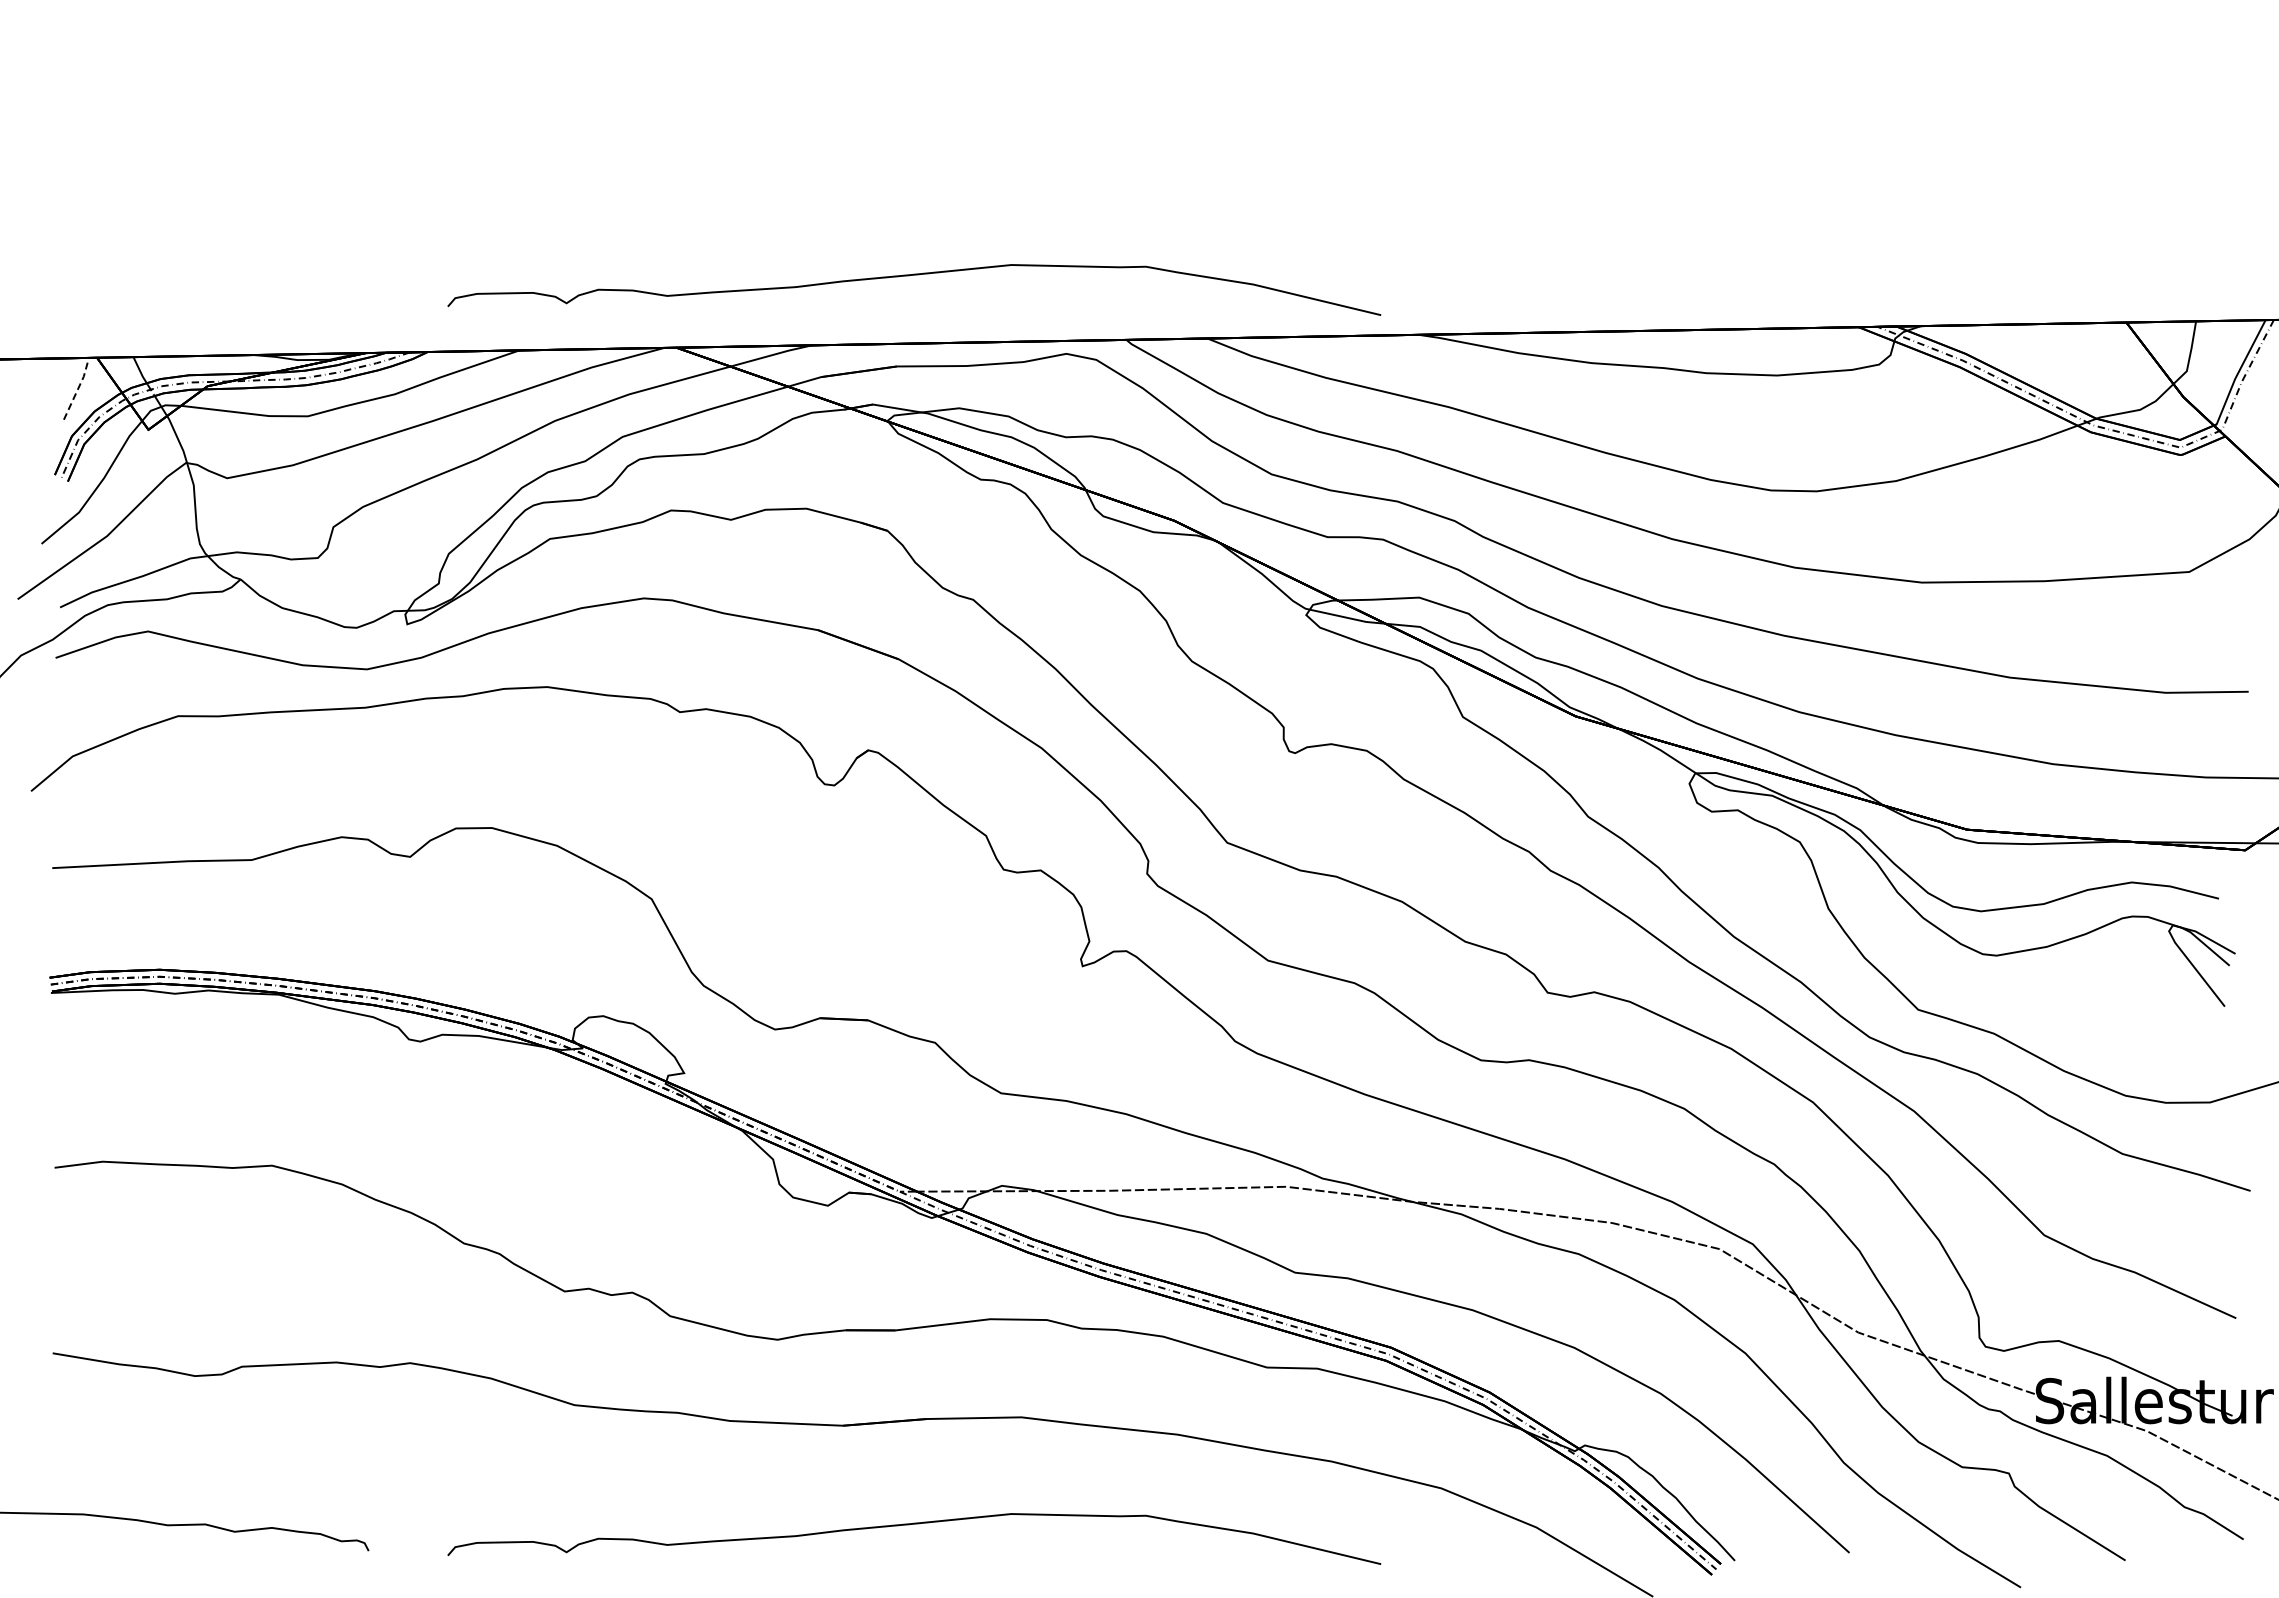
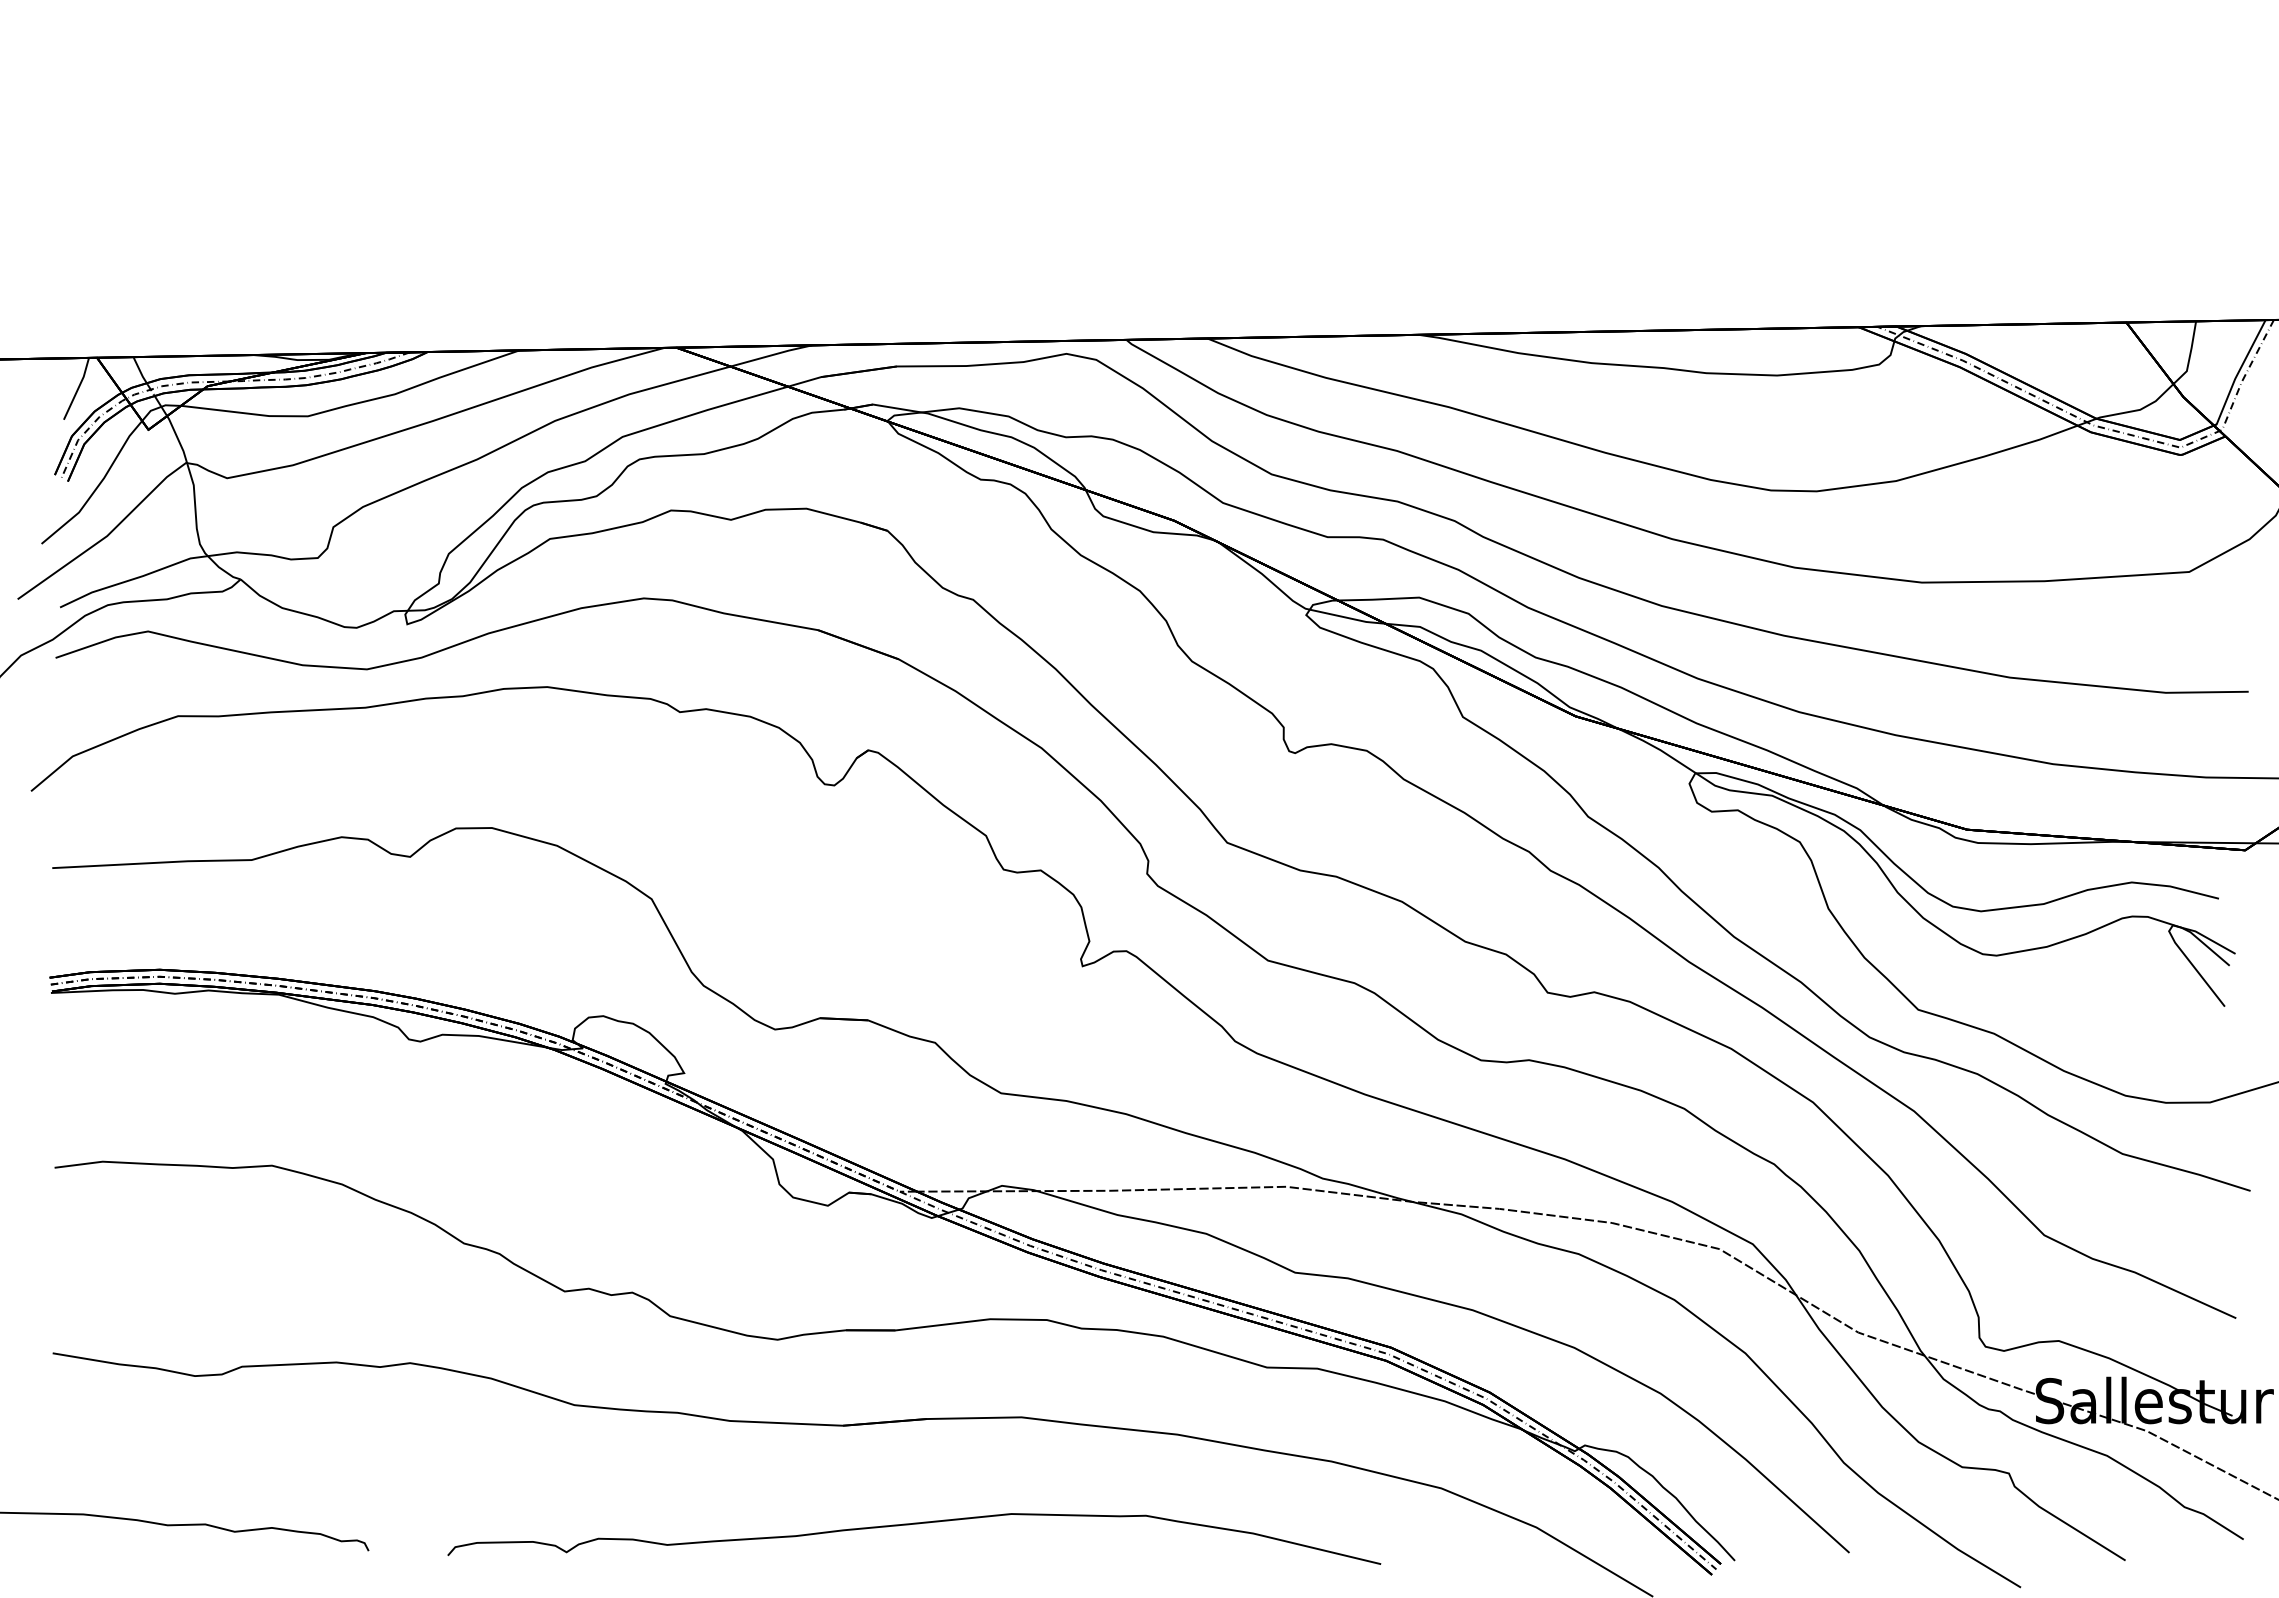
curve at (909, 276): present -> none
line at (78, 388): dashed -> solid
